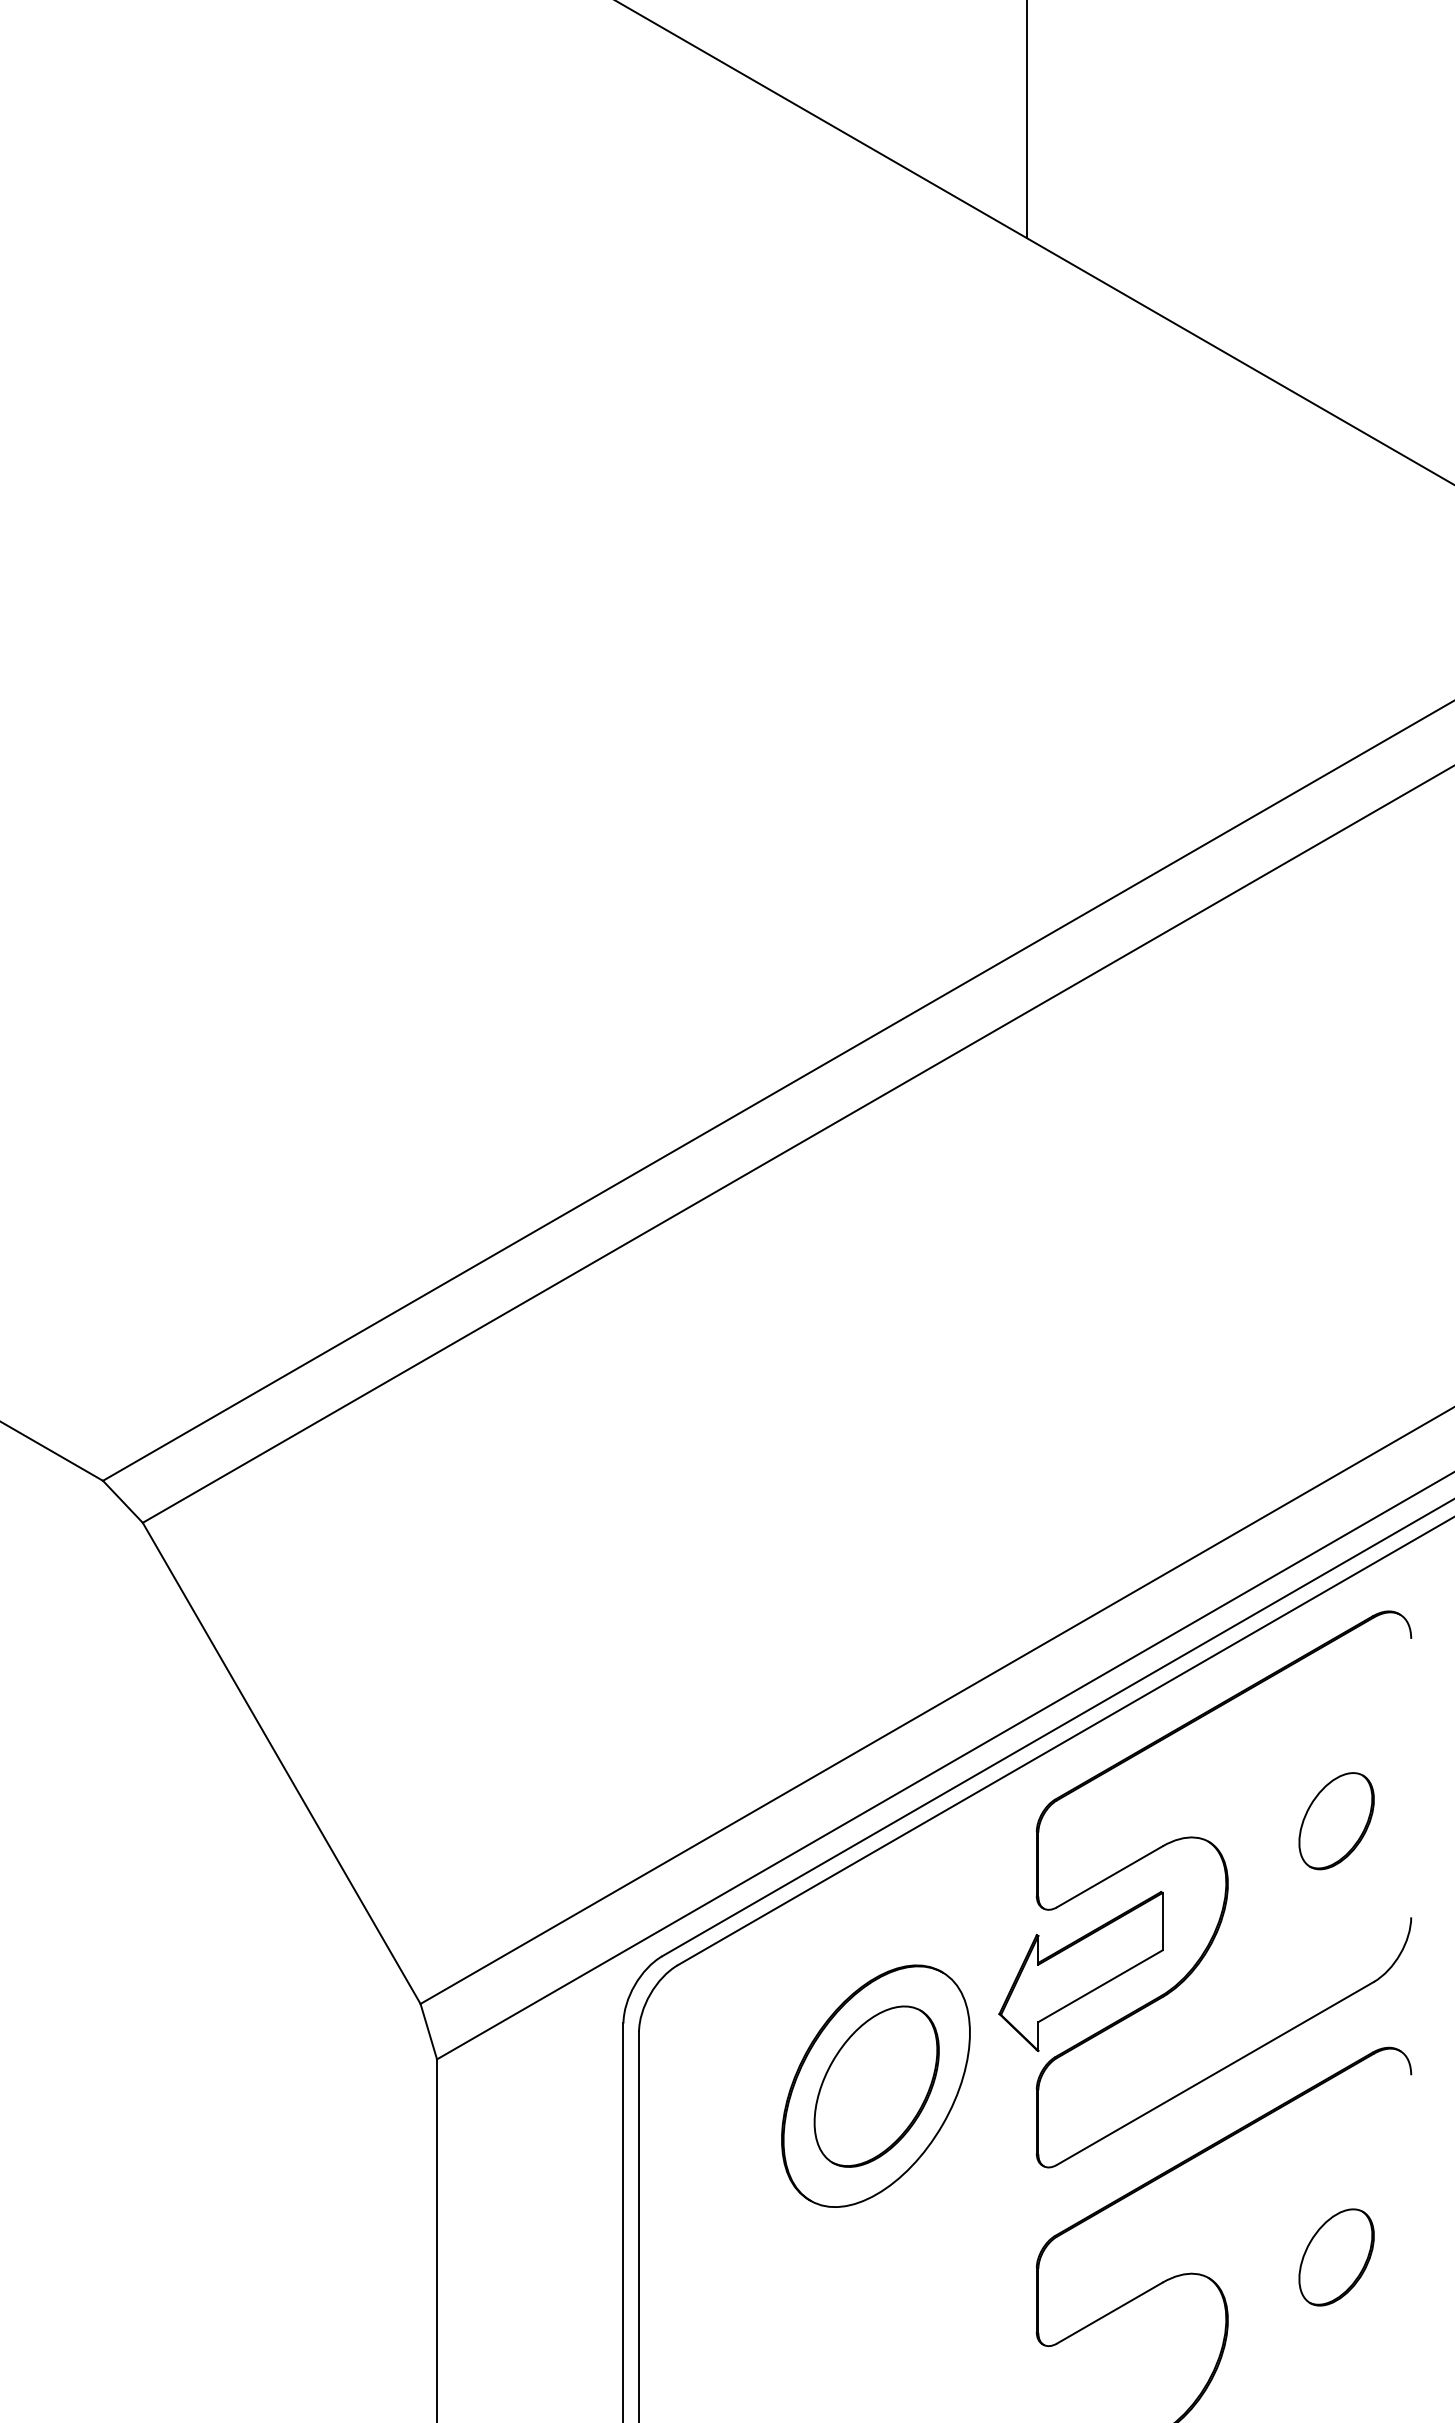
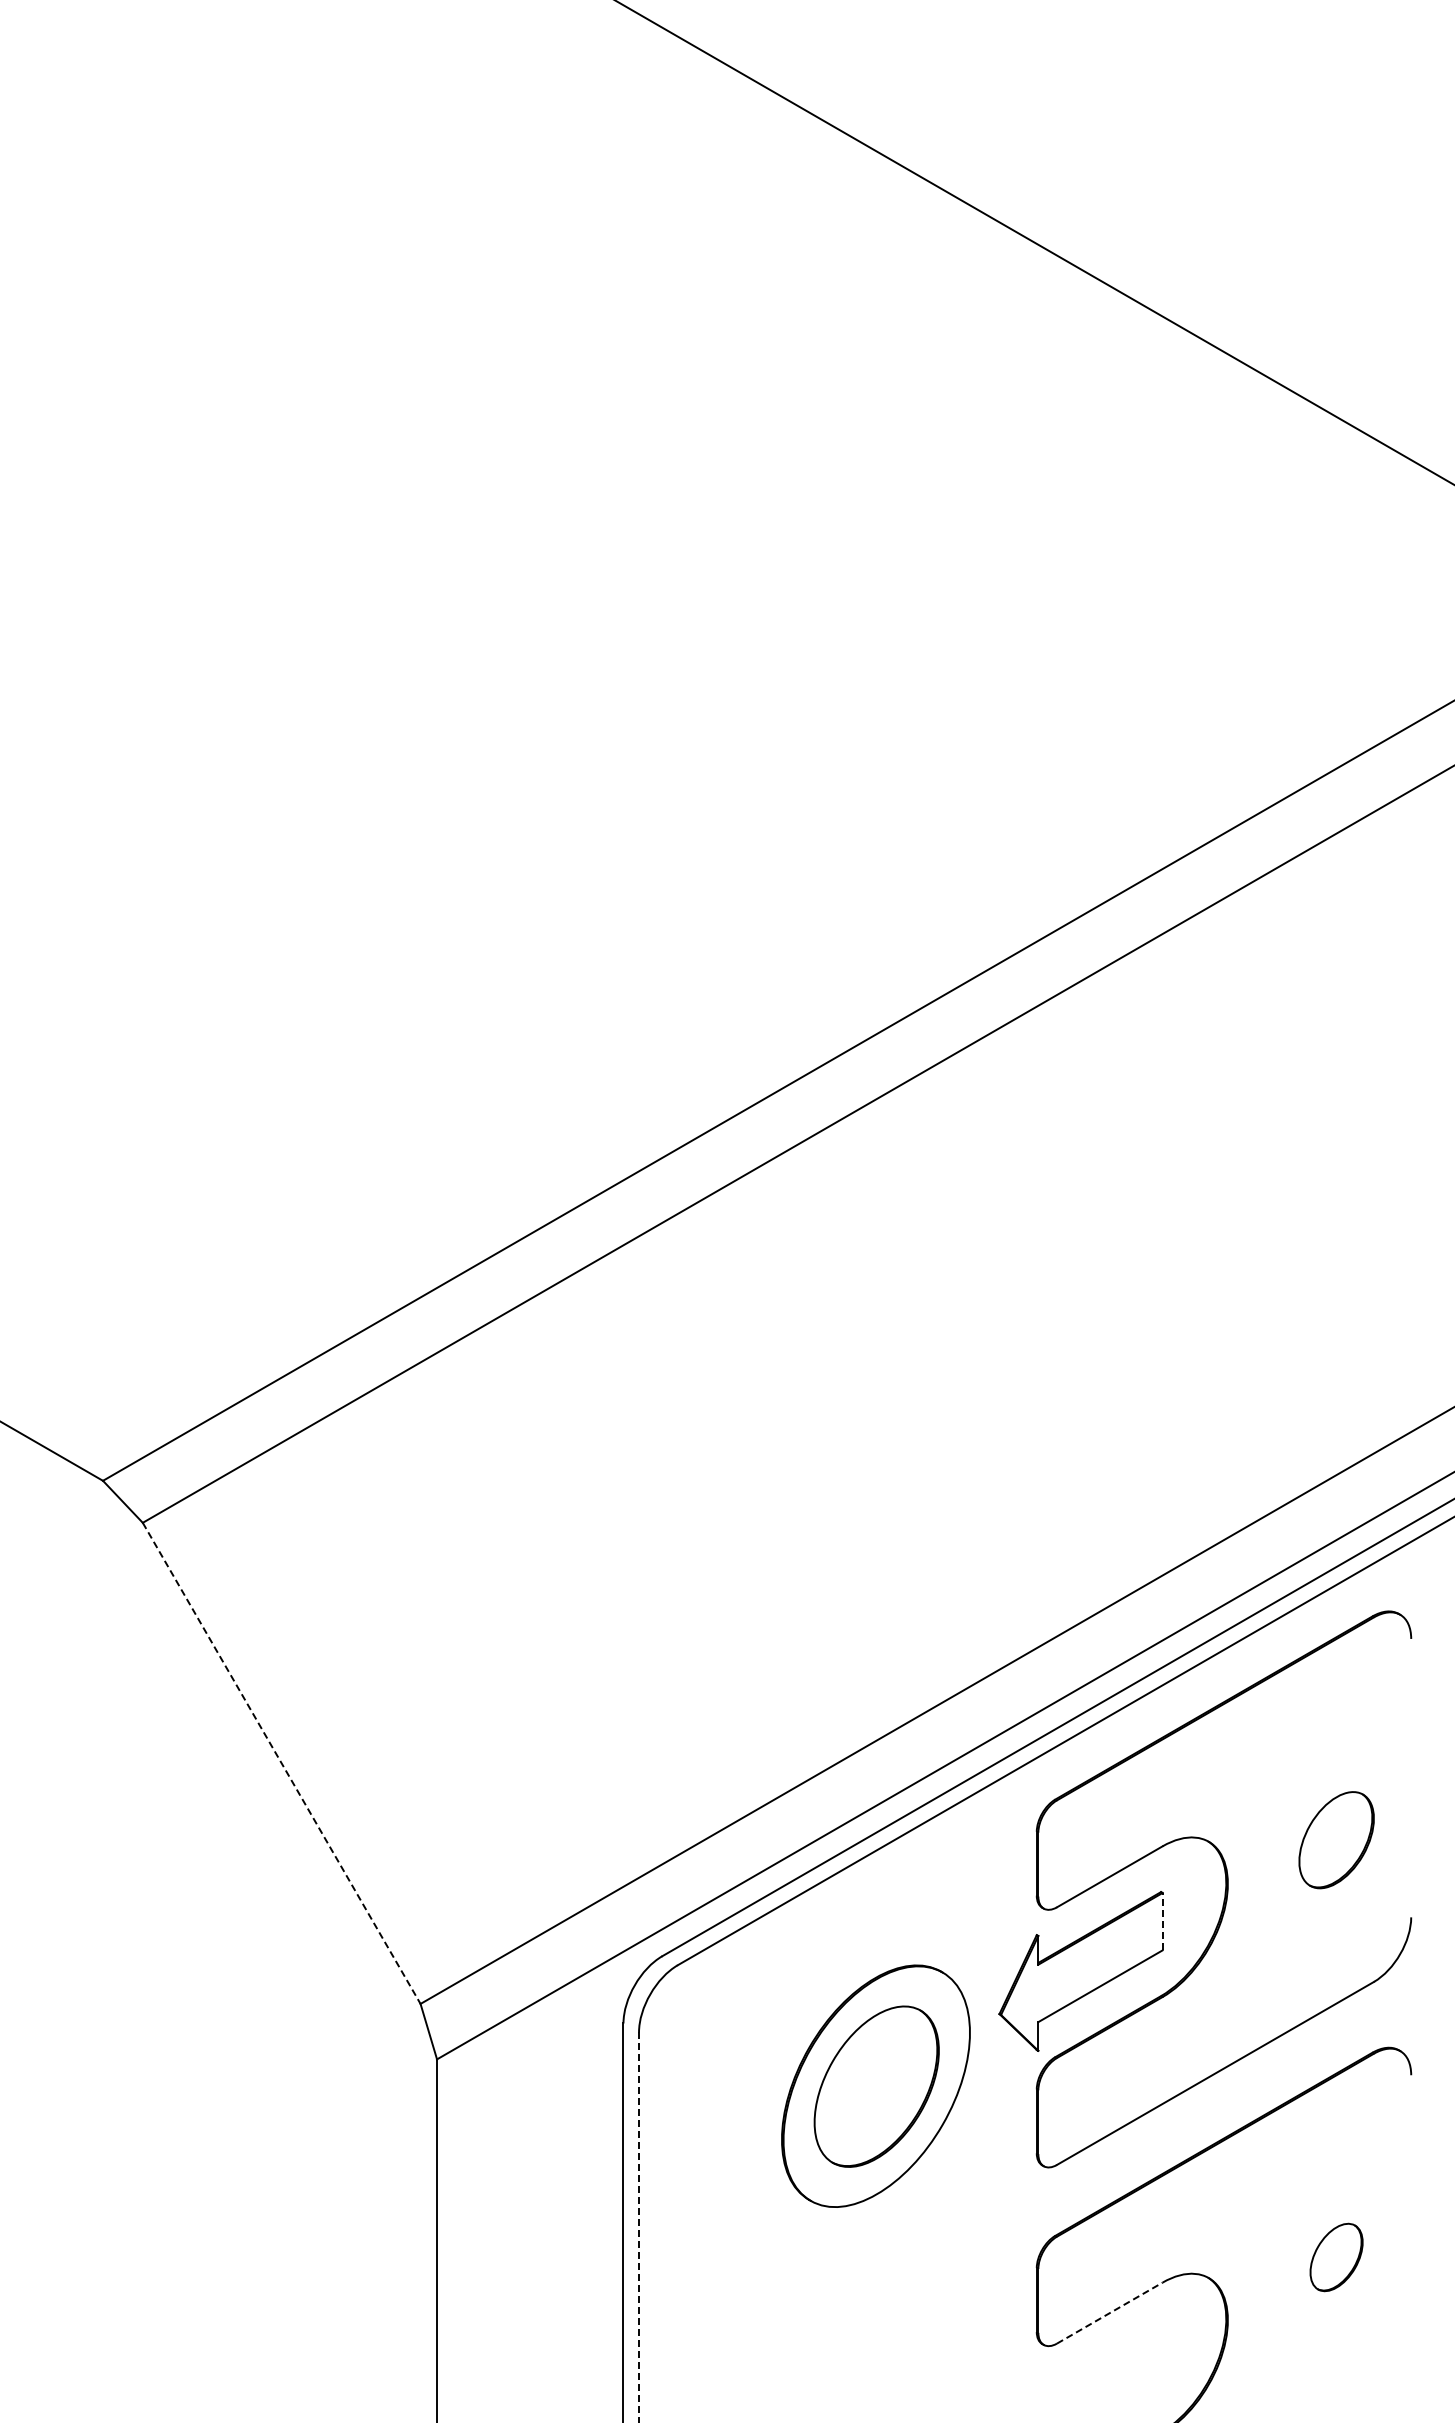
line at (1027, 120): present -> none
line at (281, 1763): solid -> dashed
part at (1336, 1821) position: (1336, 1821) -> (1336, 1840)
line at (1162, 1921): solid -> dashed
line at (639, 2227): solid -> dashed
part at (1336, 2257) size: 77x99 px -> 55x71 px
line at (1109, 2313): solid -> dashed
